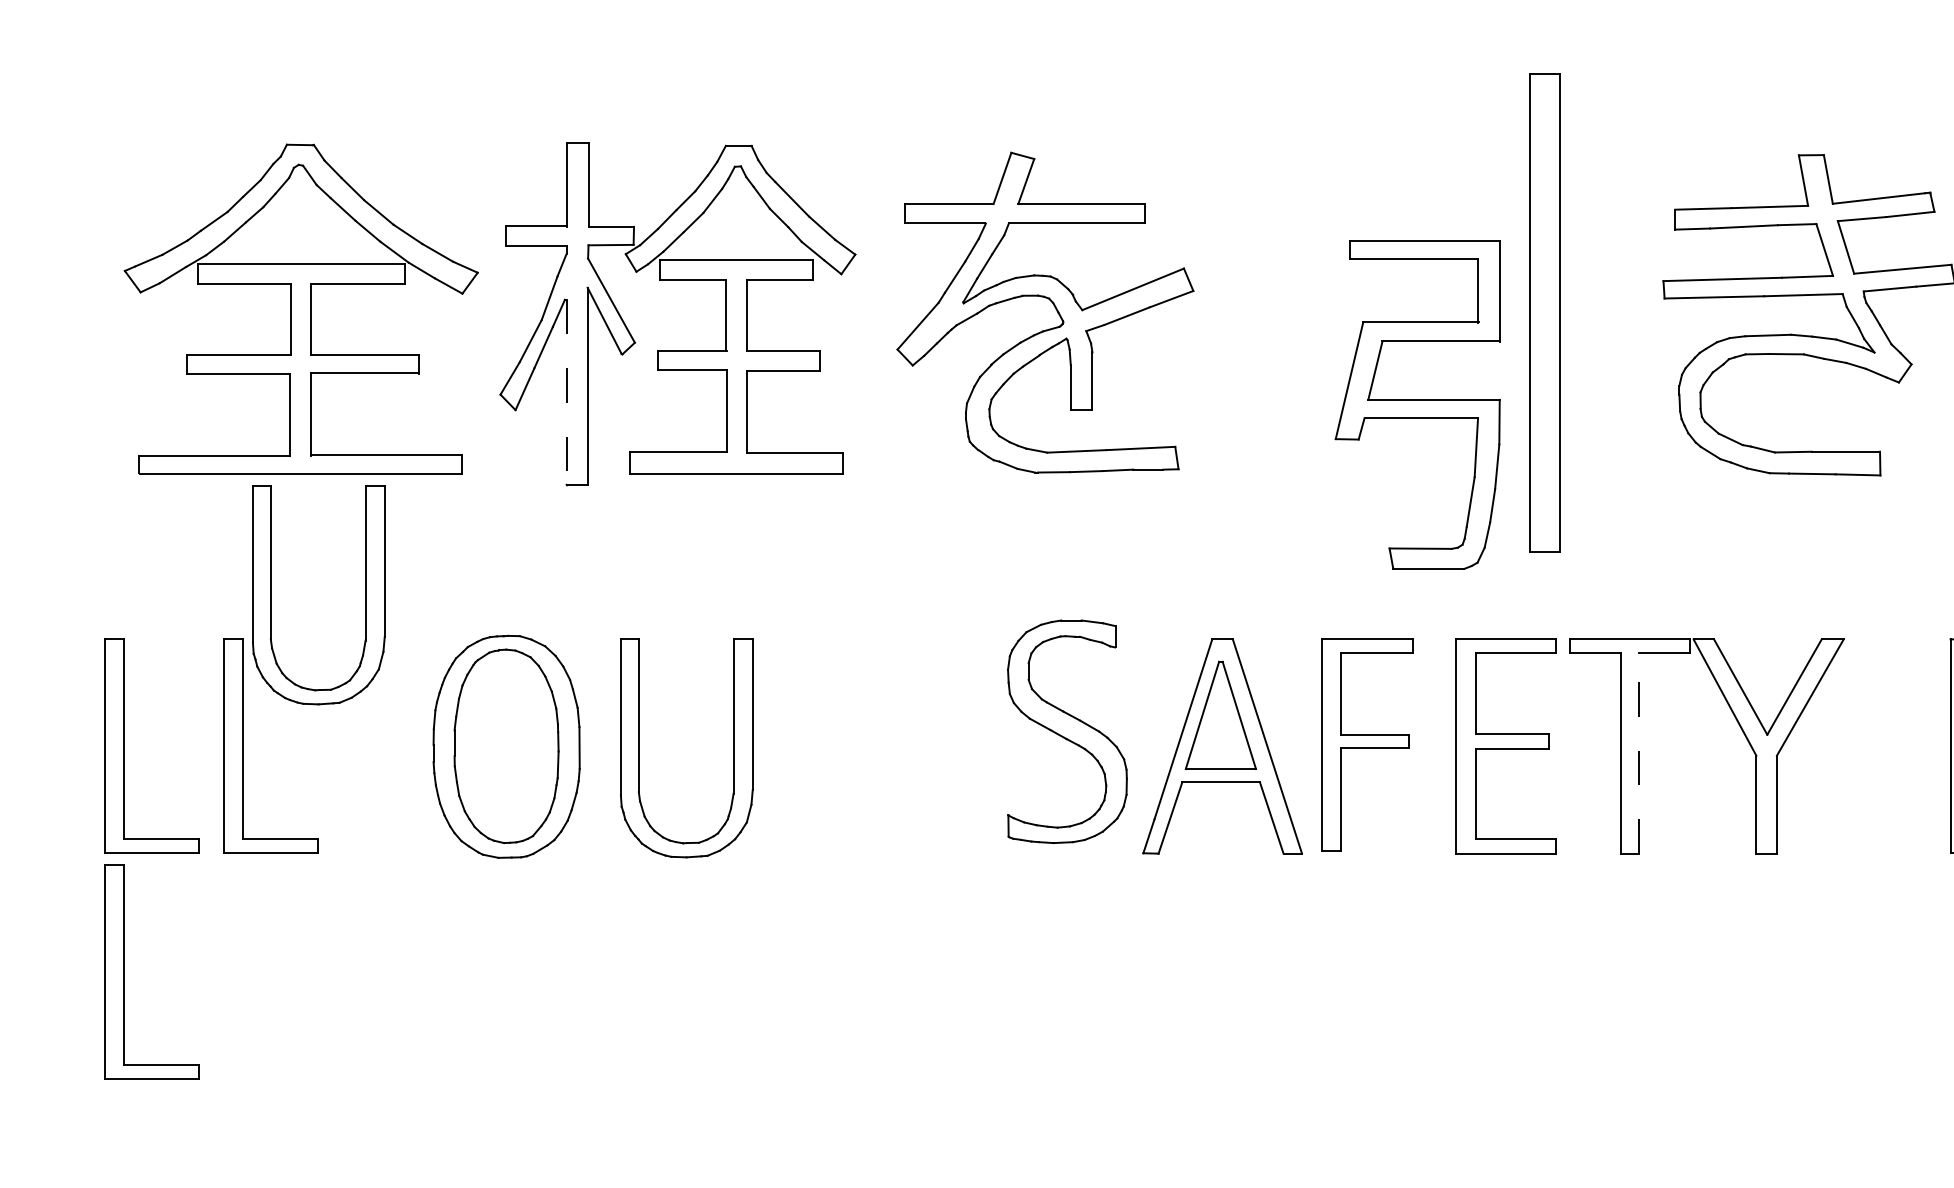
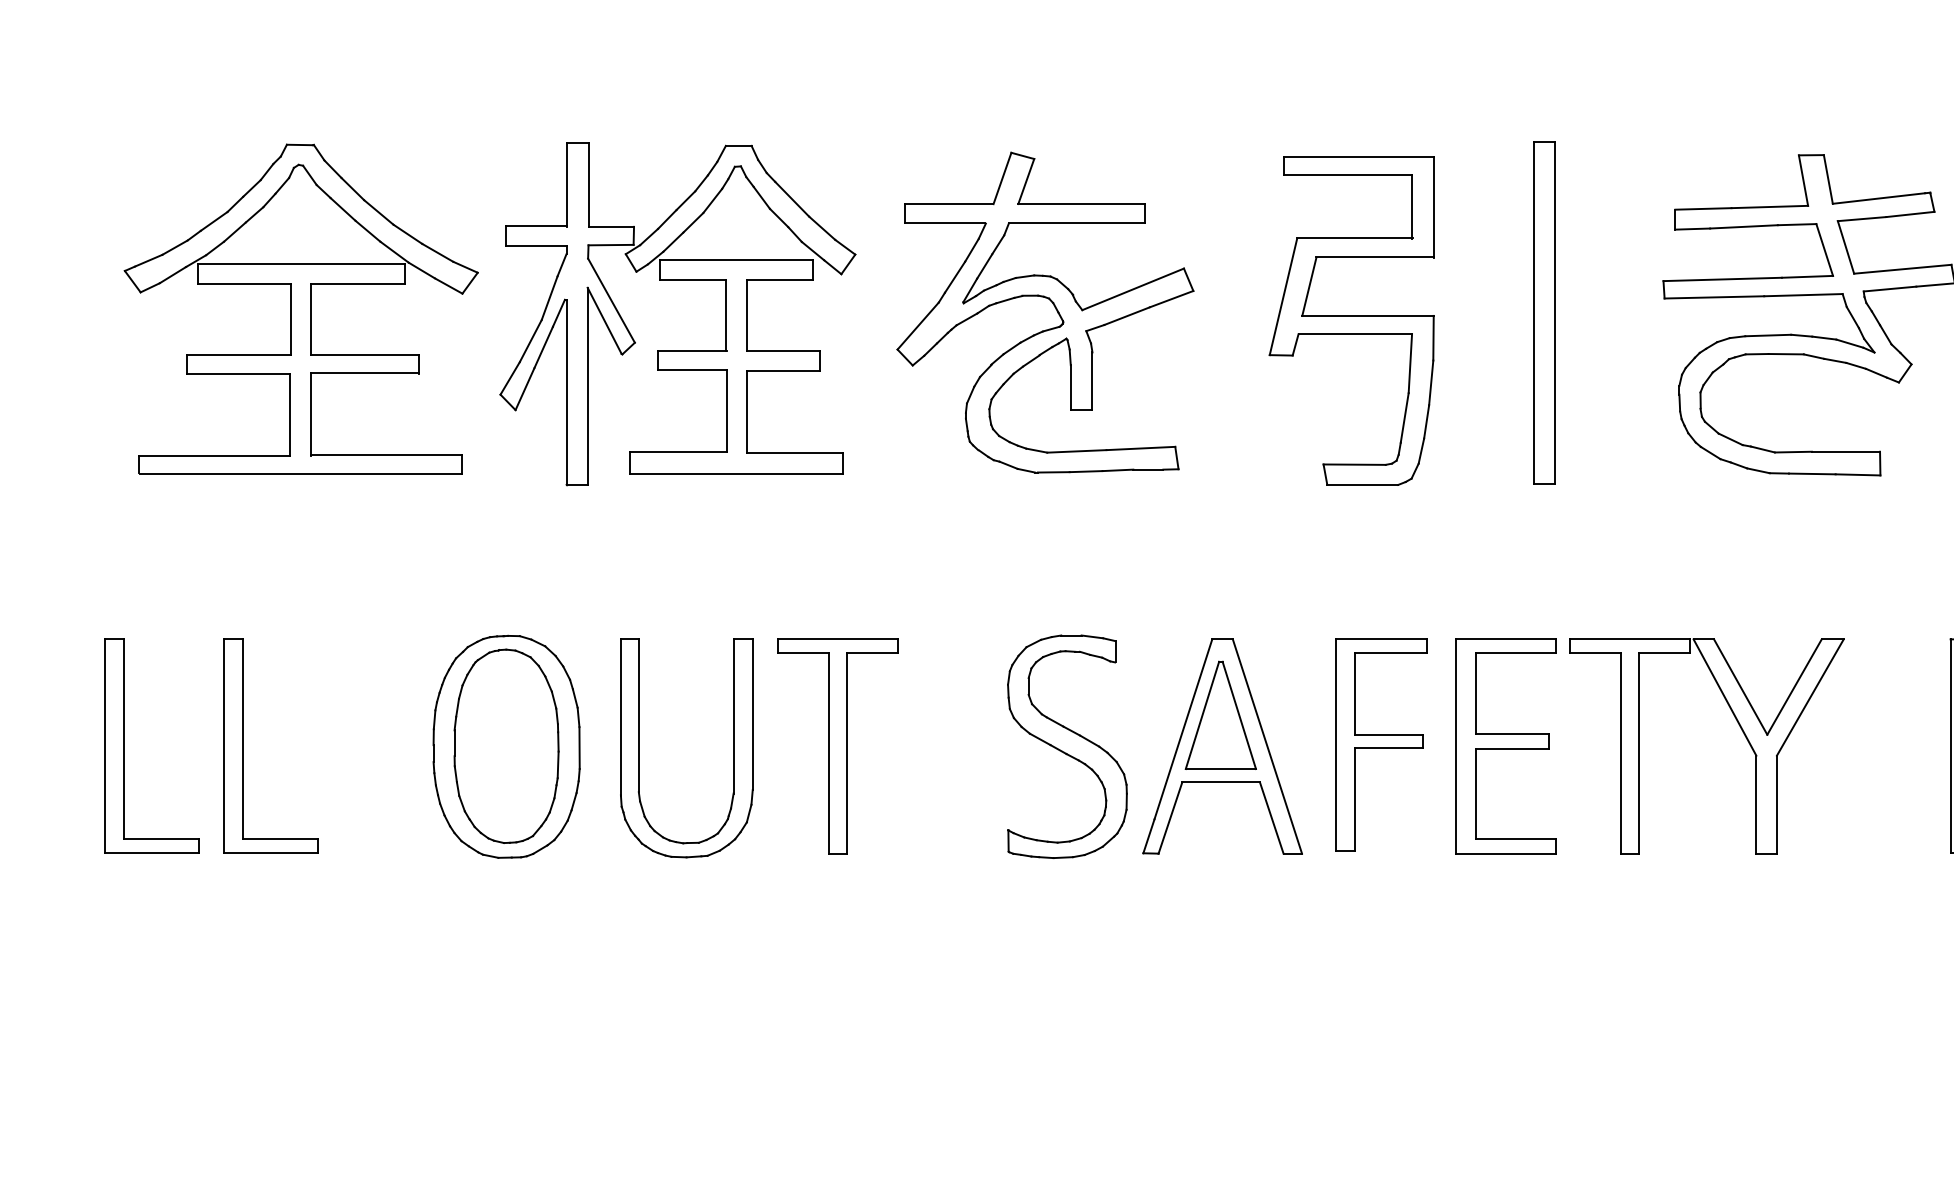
part at (1544, 312) size: 32x480 px -> 23x344 px
line at (566, 392): dashed -> solid
part at (1417, 404) position: (1417, 404) -> (1351, 320)
part at (271, 595): present -> none
part at (1067, 731) position: (1067, 731) -> (1067, 746)
part at (1367, 744) position: (1367, 744) -> (1381, 744)
part at (837, 746): none -> present
line at (1639, 752): dashed -> solid
part at (124, 971): present -> none
